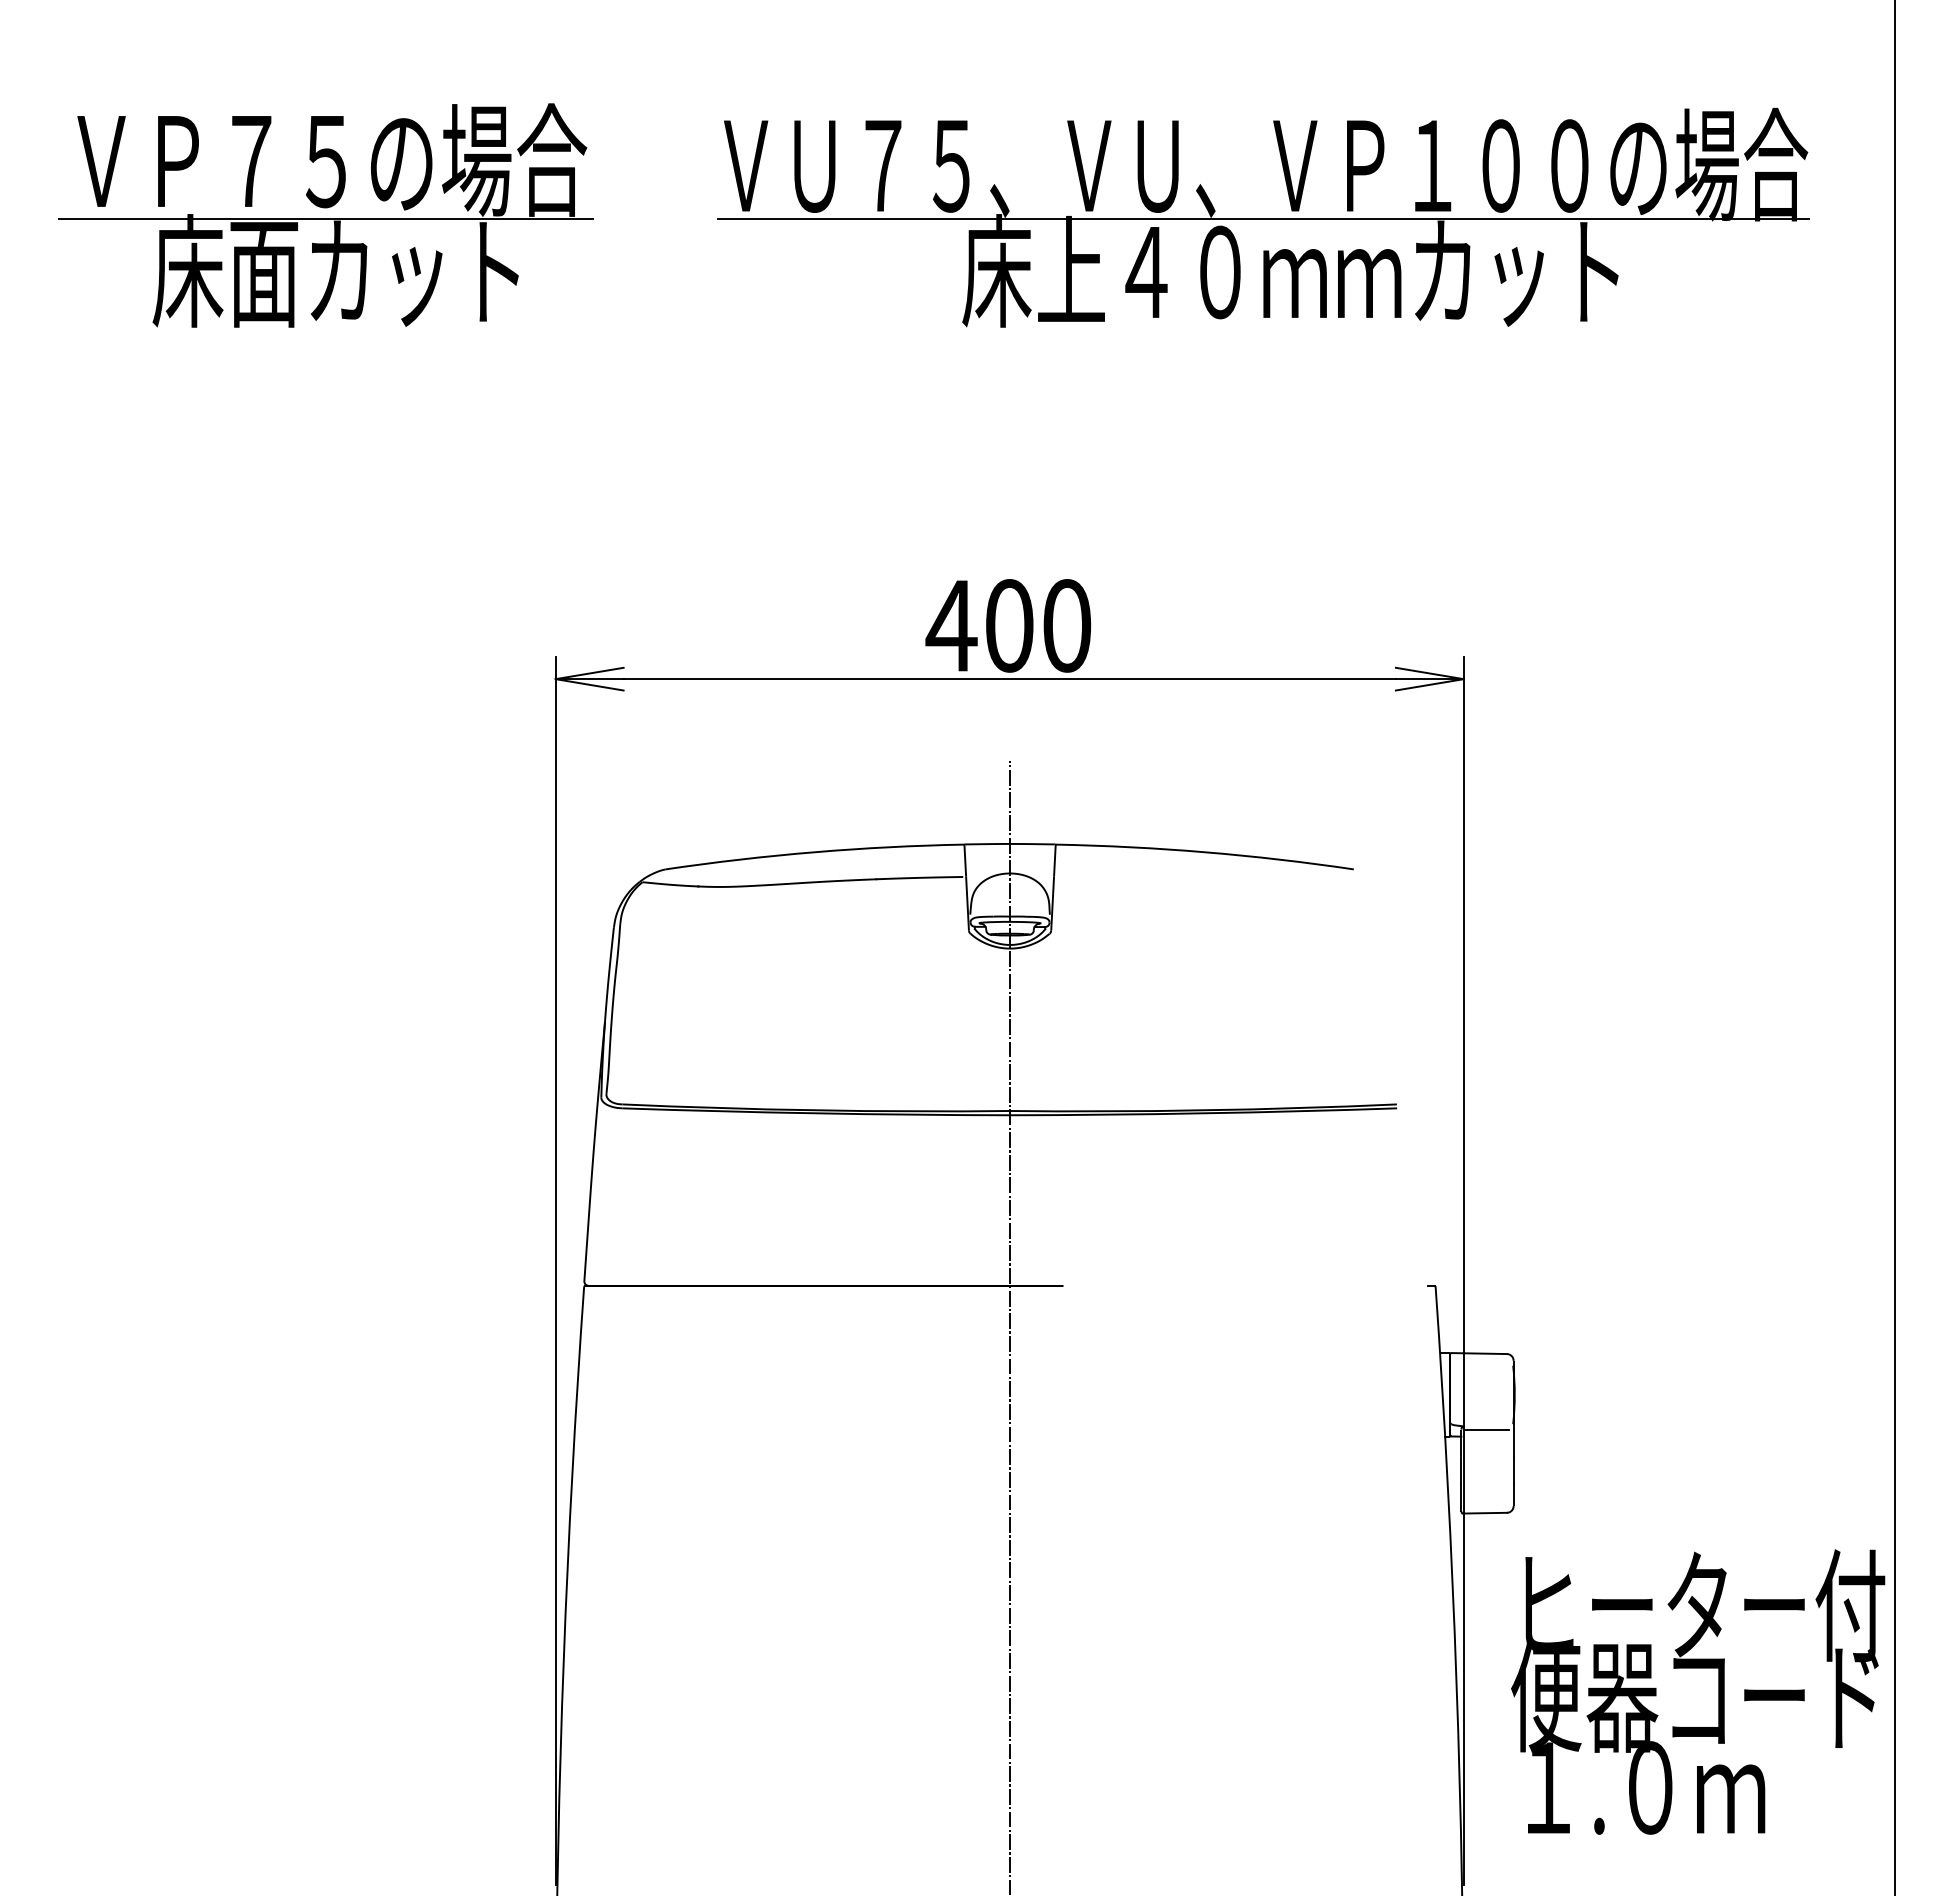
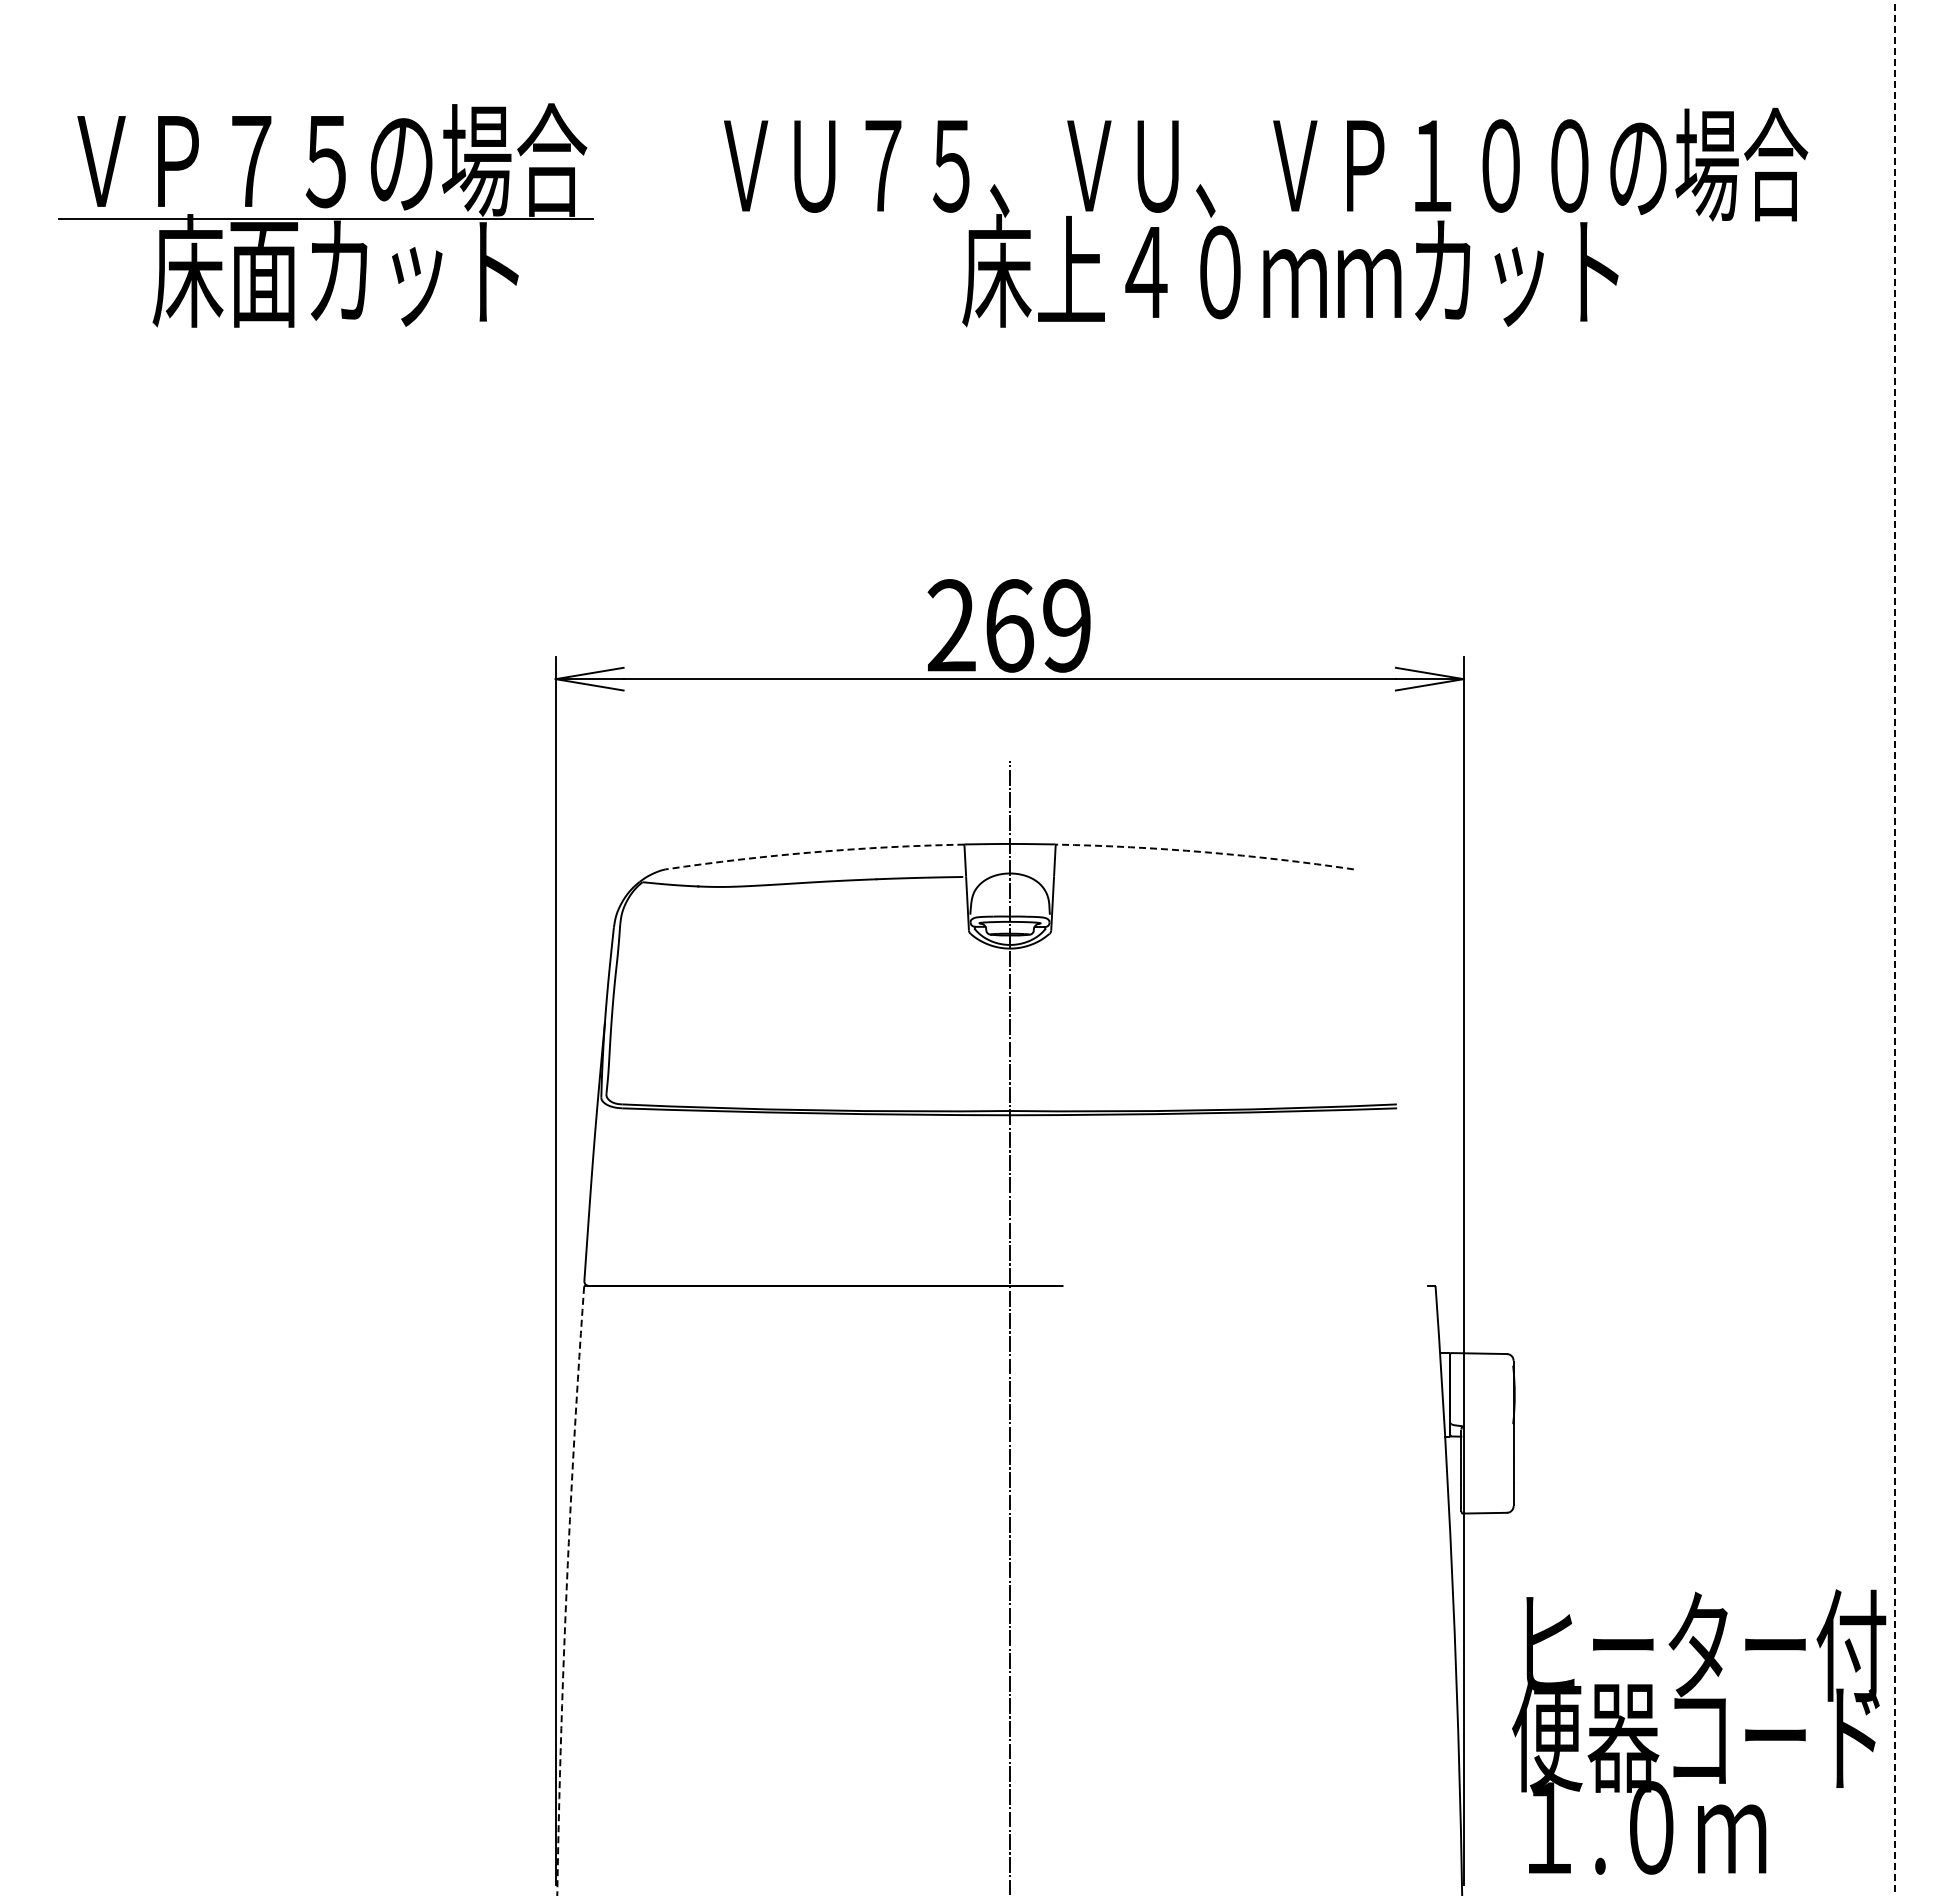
line at (1263, 219): present -> none
text at (1008, 625): 400 -> 269
arc at (814, 852): solid -> dashed
arc at (1205, 852): solid -> dashed
line at (1895, 947): solid -> dashed
line at (1487, 1430): present -> none
arc at (566, 1591): solid -> dashed
text at (1698, 1691) position: (1698, 1691) -> (1699, 1731)
